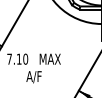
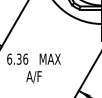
text at (17, 58): 7.10 -> 6.36
